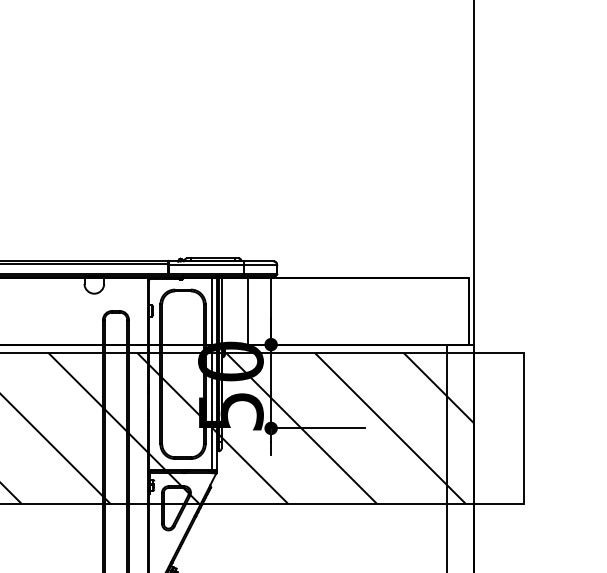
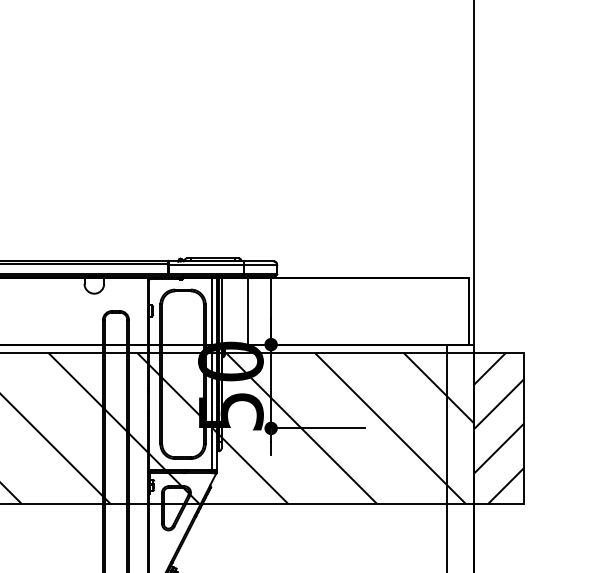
hatch at (498, 428): none -> present
